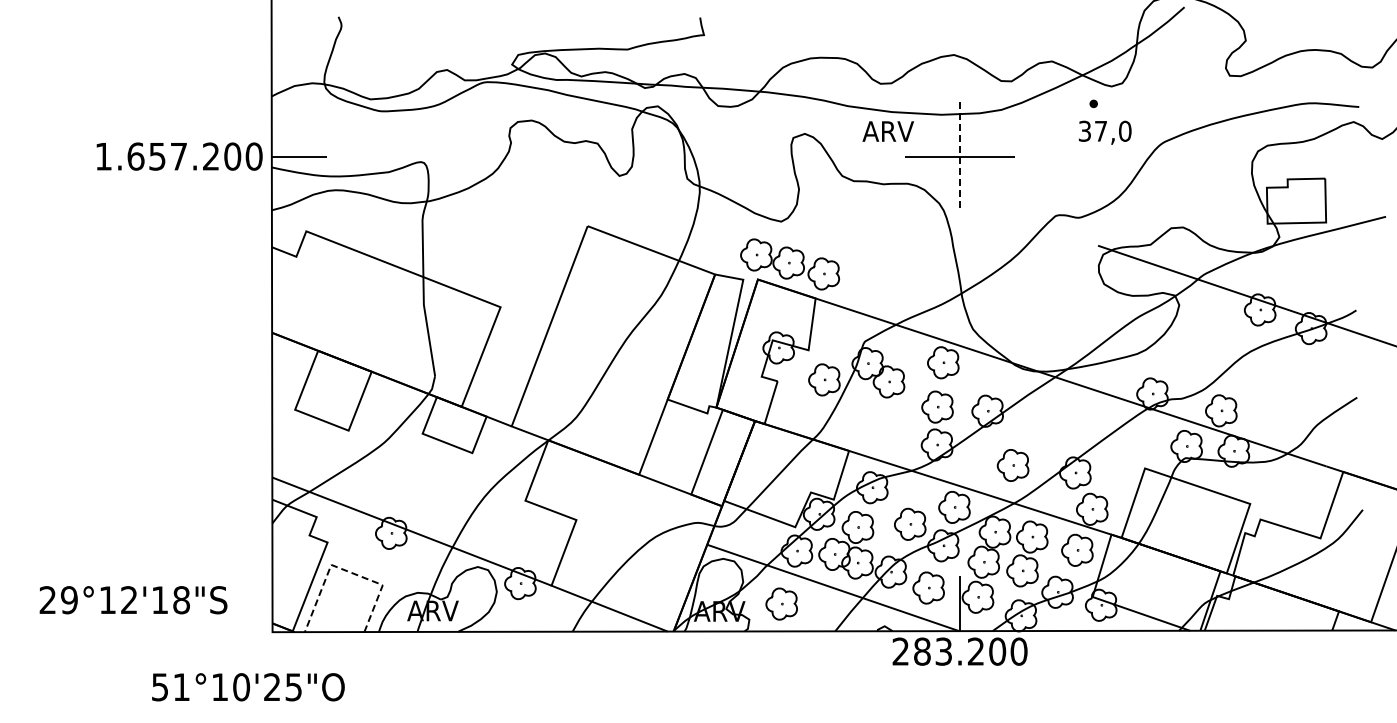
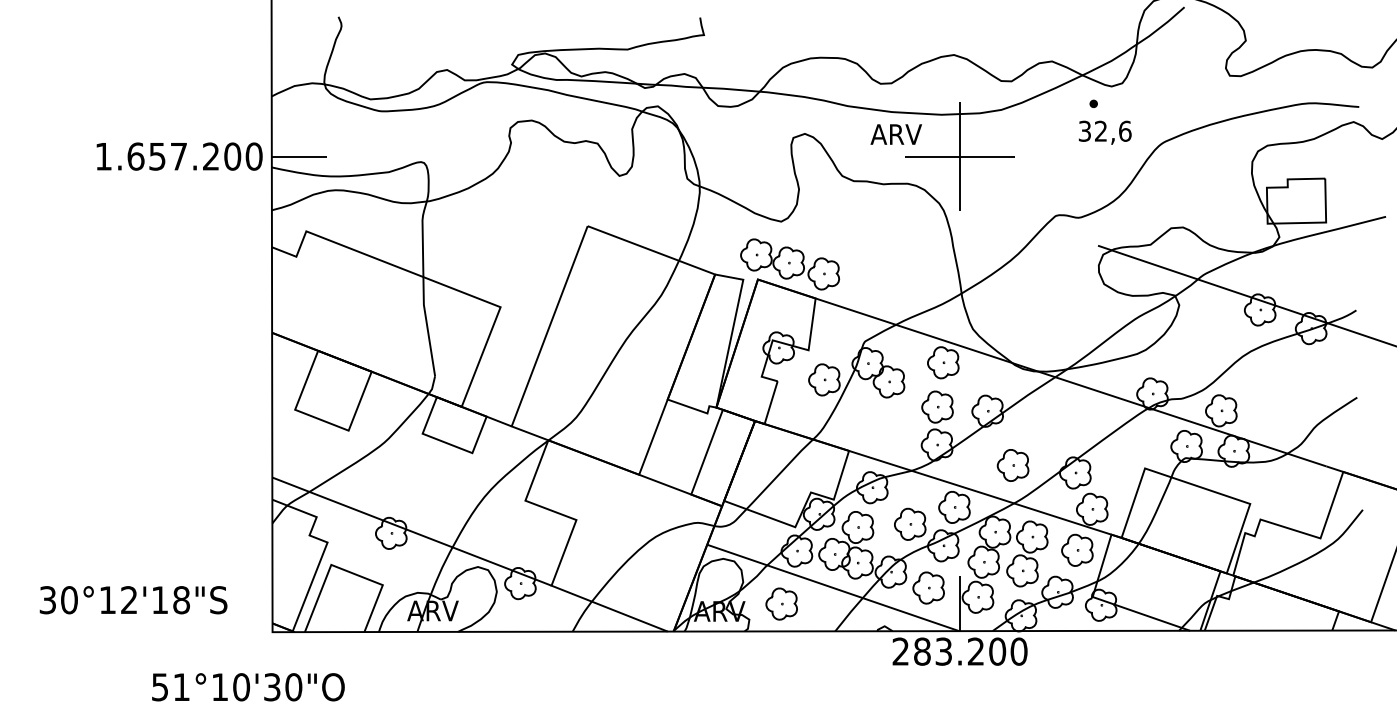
text at (1113, 130): 37,0 -> 32,6
text at (887, 131) position: (887, 131) -> (895, 134)
line at (960, 156): dashed -> solid
line at (346, 571): dashed -> solid
text at (58, 600): 29°12'18"S -> 30°12'18"S
text at (283, 687): 51°10'25"O -> 51°10'30"O
